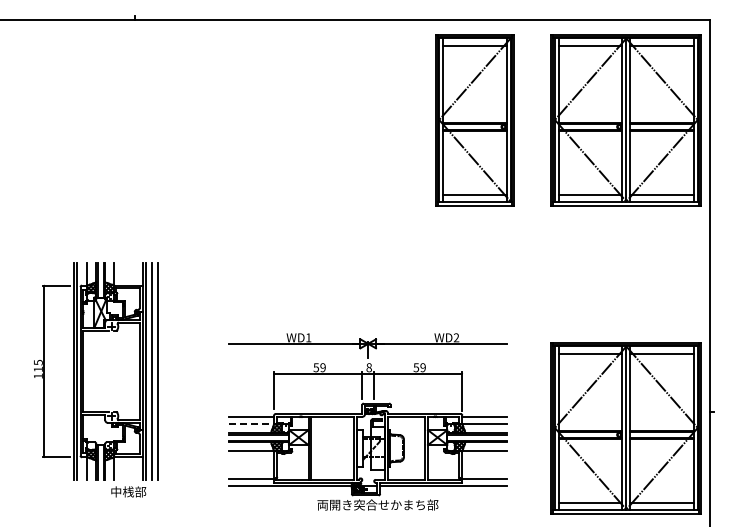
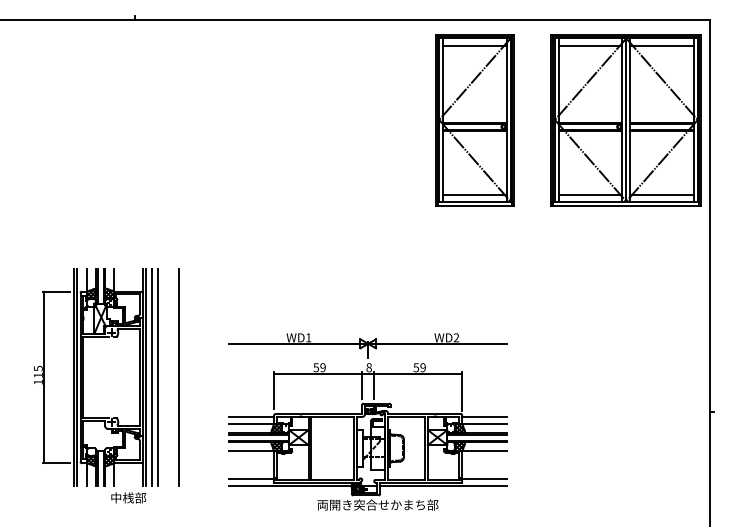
line at (178, 377): none -> present
part at (96, 379) position: (96, 379) -> (96, 385)
line at (252, 424): dashed -> solid
part at (625, 428): present -> none
